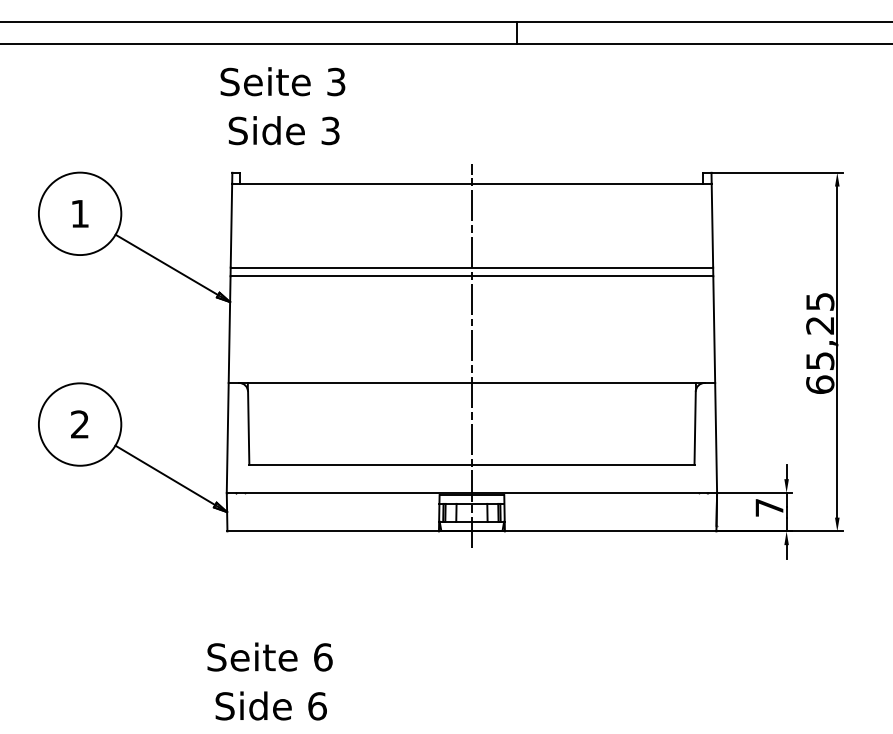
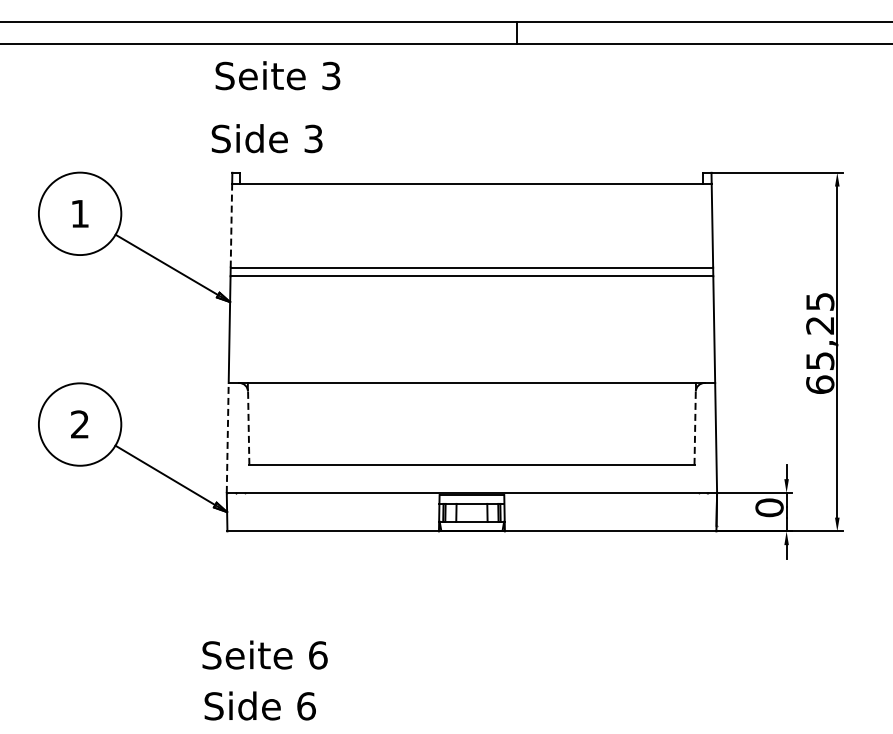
text at (282, 81) position: (282, 81) -> (277, 75)
text at (283, 130) position: (283, 130) -> (266, 138)
line at (231, 225): solid -> dashed
line at (471, 356): present -> none
line at (248, 428): solid -> dashed
line at (695, 428): solid -> dashed
line at (227, 437): solid -> dashed
text at (769, 507): 7 -> 0
text at (269, 656) position: (269, 656) -> (264, 654)
text at (270, 705) position: (270, 705) -> (259, 705)
